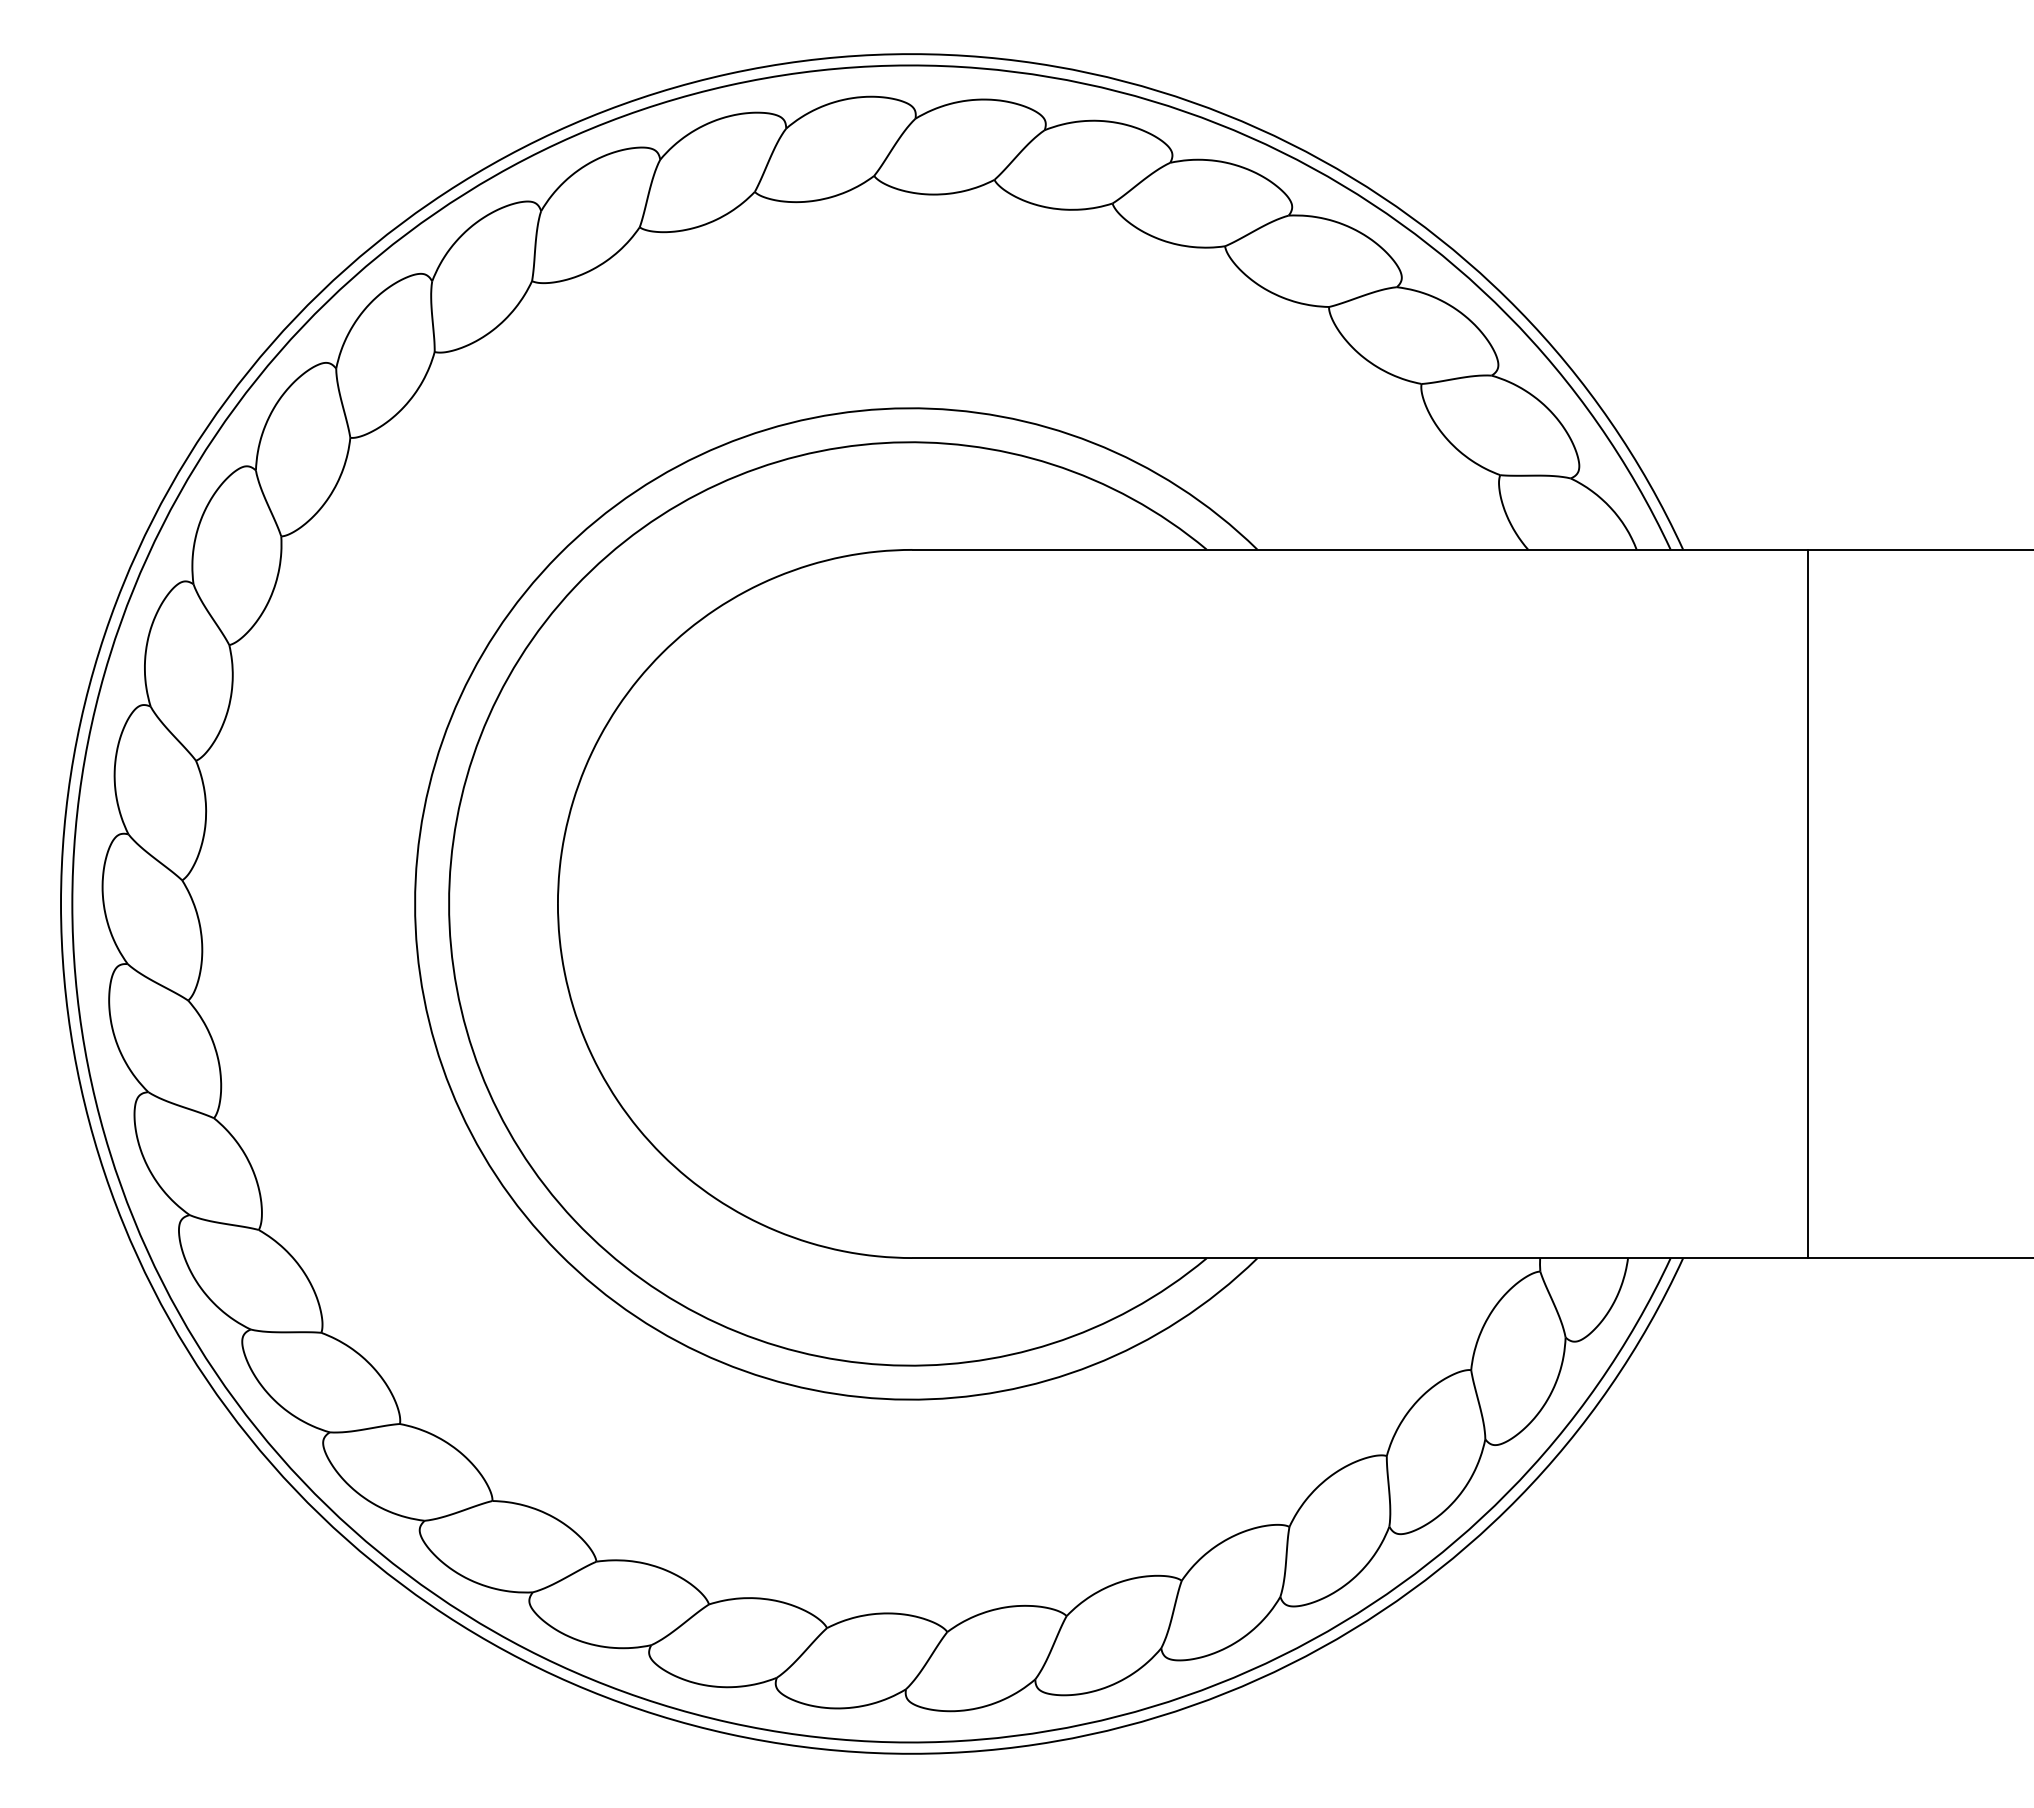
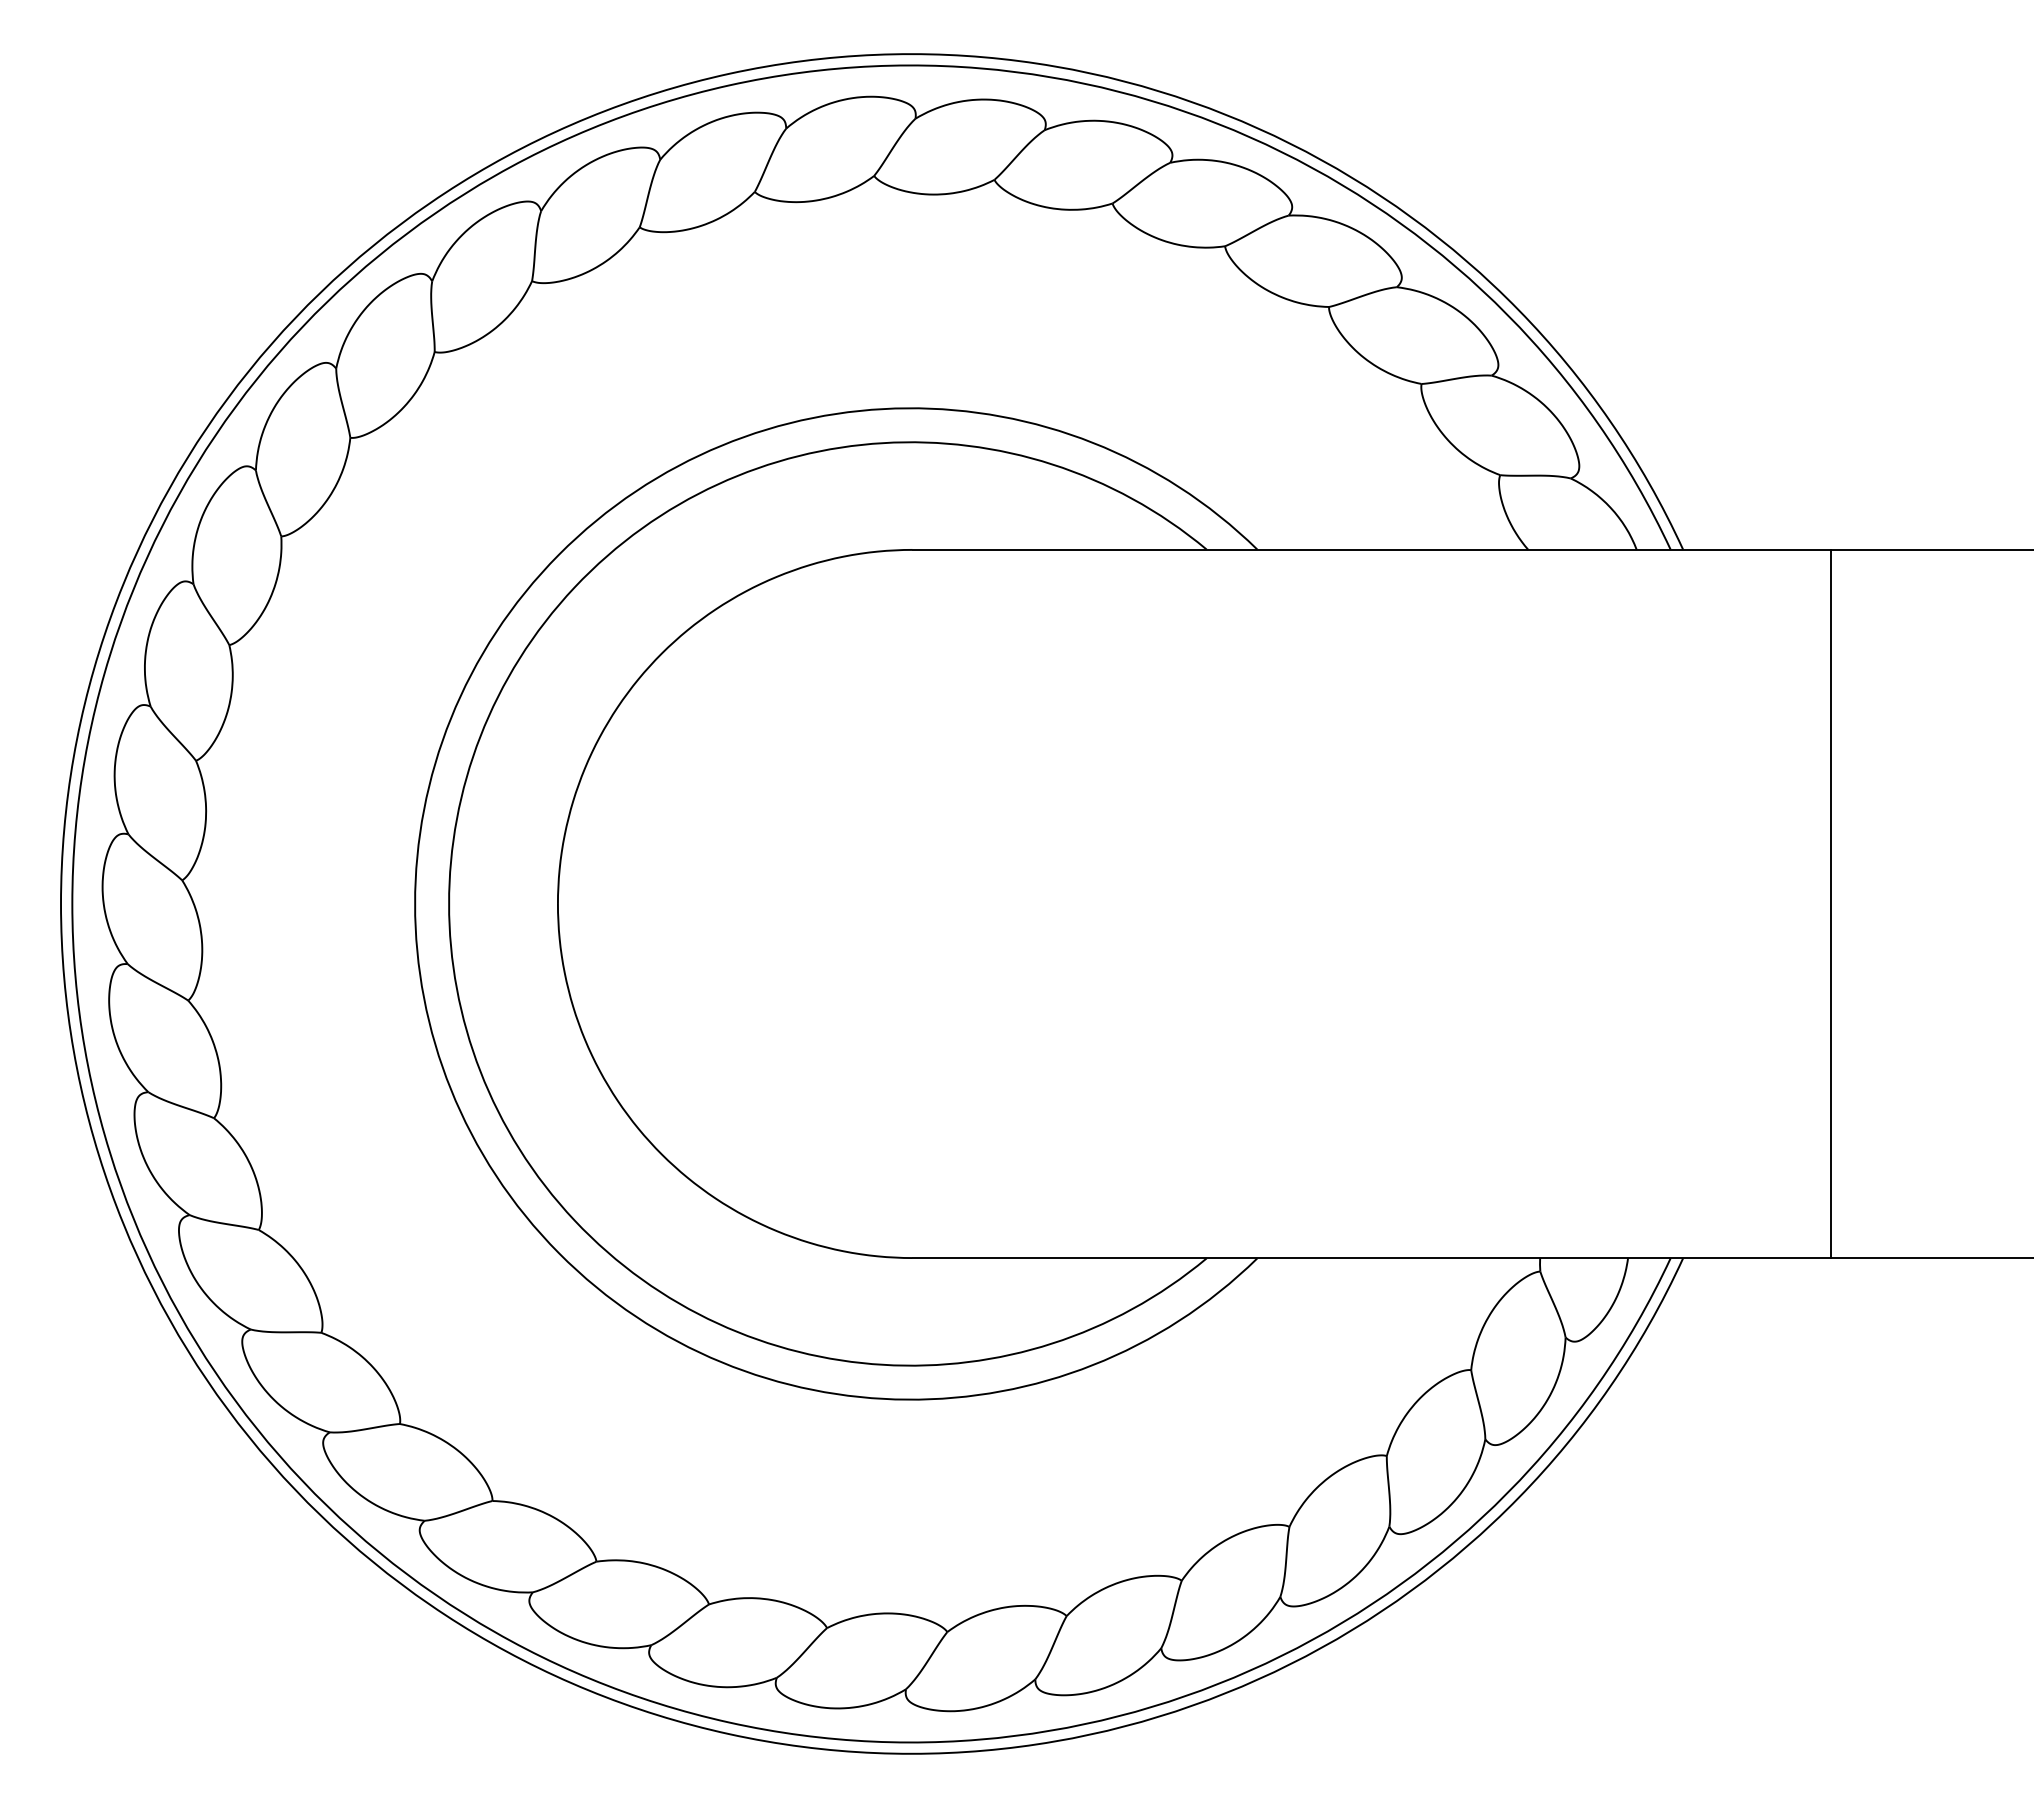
line at (1808, 903) position: (1808, 903) -> (1831, 903)
